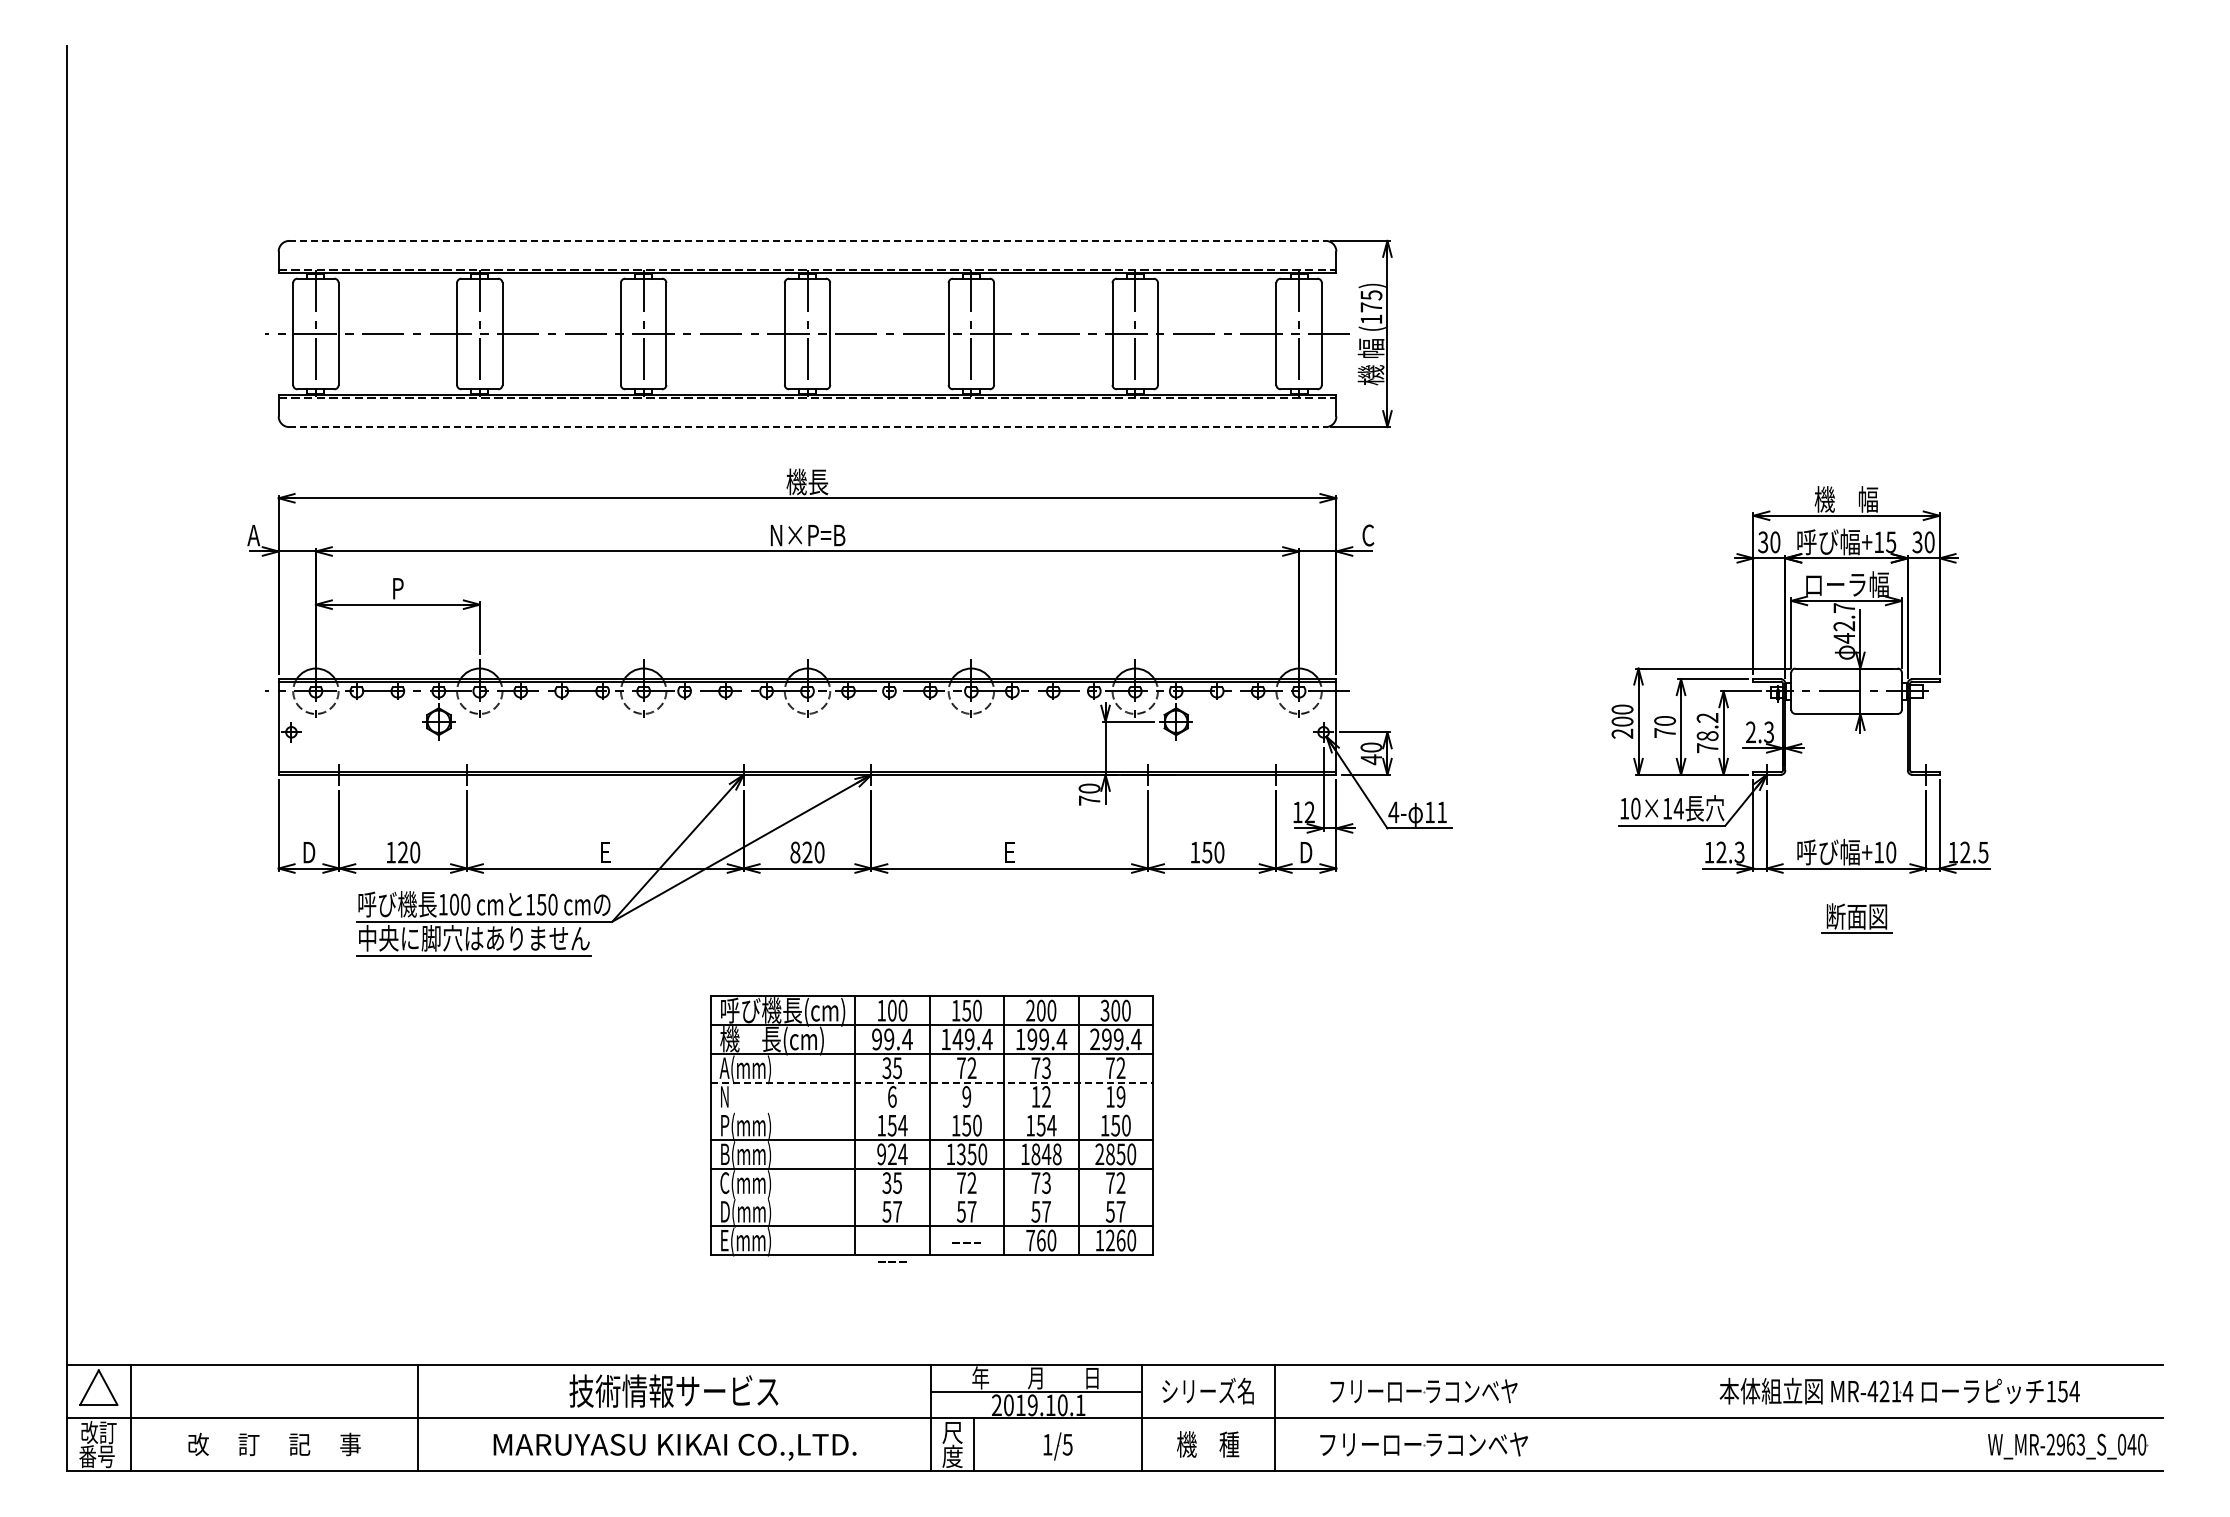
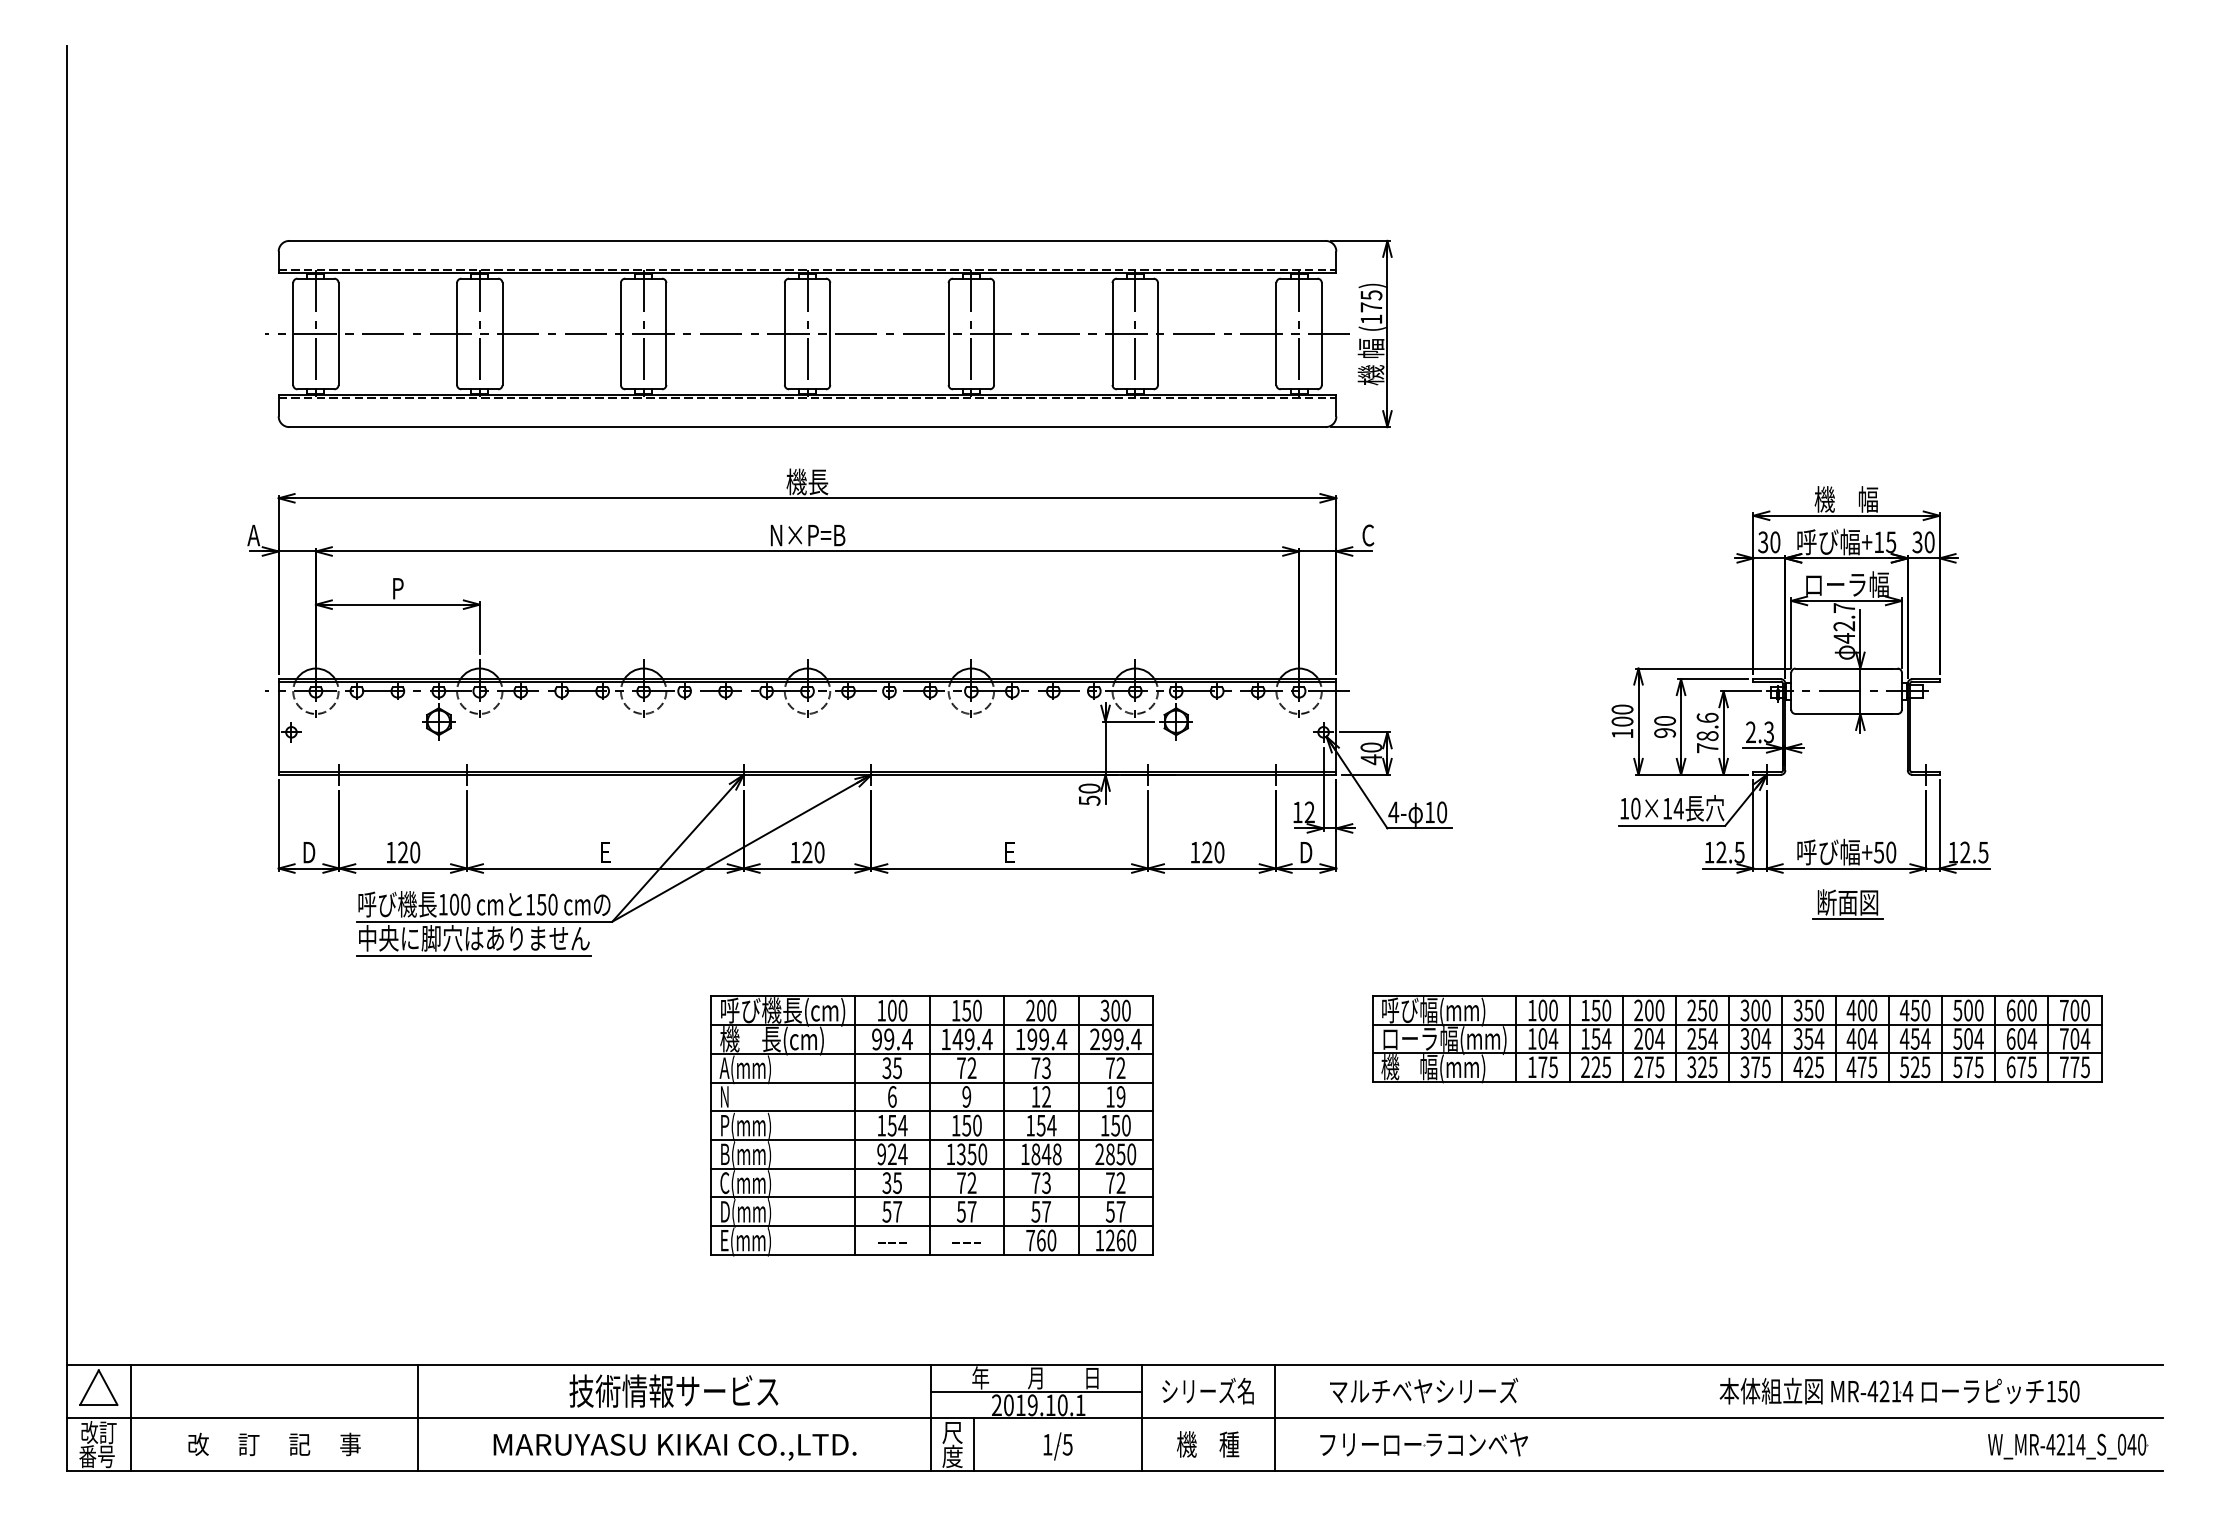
line at (808, 240): dashed -> solid
line at (808, 427): dashed -> solid
text at (1707, 717): 78.2 -> 78.6
text at (1622, 733): 200 -> 100
text at (1665, 733): 70 -> 90
text at (1089, 800): 70 -> 50
text at (1442, 812): 11 -> 10
text at (1739, 851): 12.3 -> 12.5
text at (795, 852): 820 -> 120
text at (1207, 852): 150 -> 120
text at (1878, 852): +10 -> +50
part at (1856, 918) position: (1856, 918) -> (1847, 904)
part at (1737, 1039): none -> present
line at (932, 1082): dashed -> solid
line at (932, 1111): none -> present
line at (932, 1197): none -> present
text at (892, 1261) position: (892, 1261) -> (892, 1242)
text at (1424, 1390): フリーローラコンベヤ -> マルチベヤシリーズ
text at (2074, 1391): 154 -> 150
text at (2065, 1444): W_MR-2963_S_040 -> W_MR-4214_S_040
